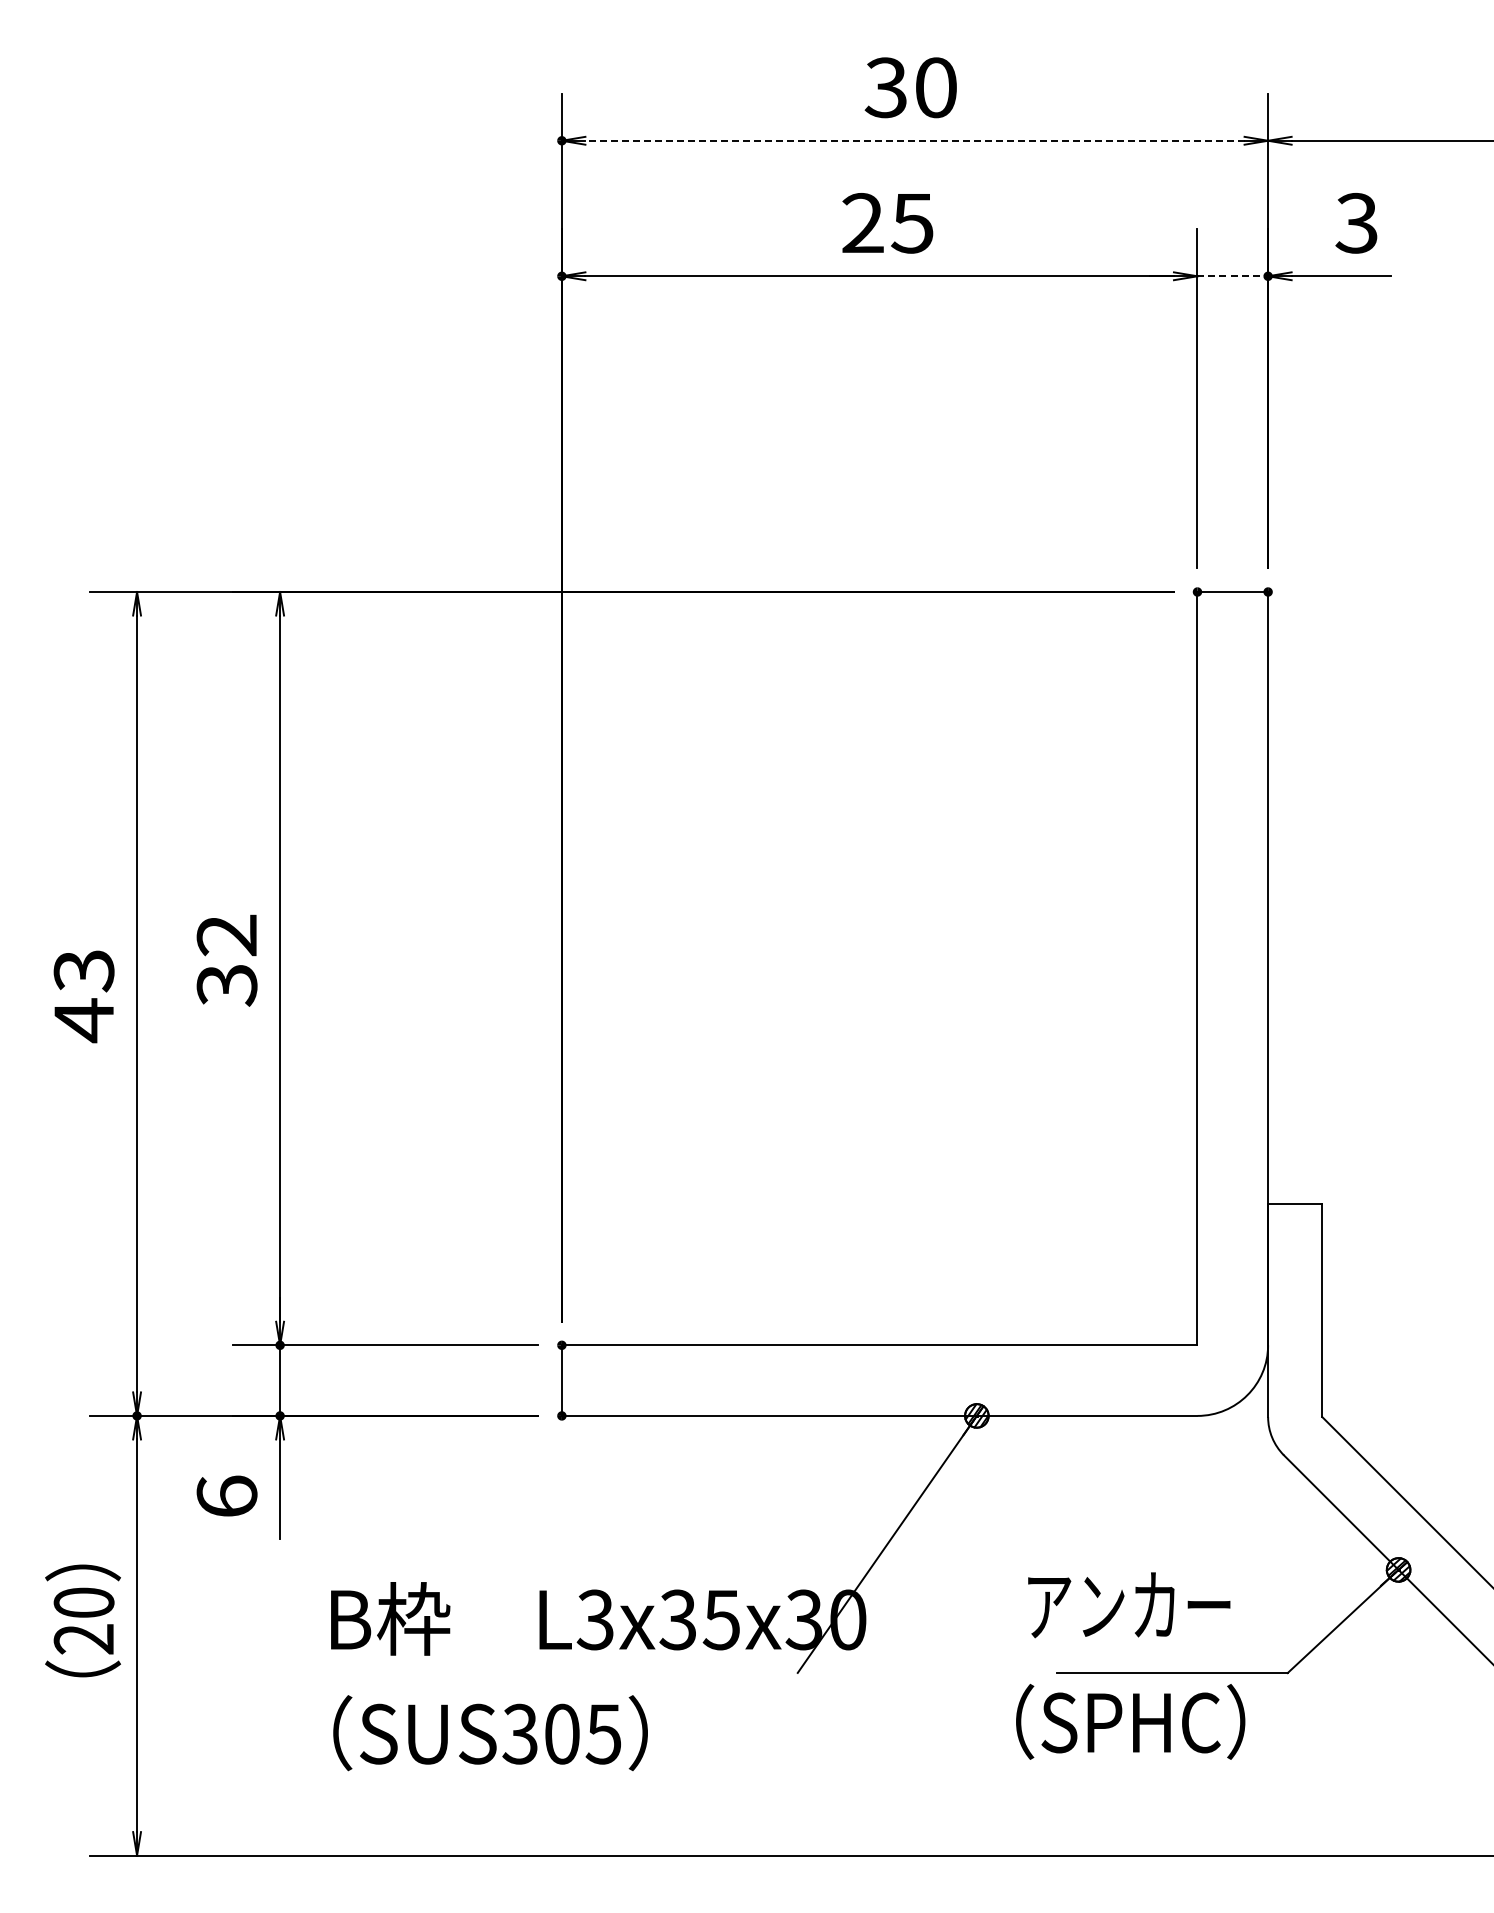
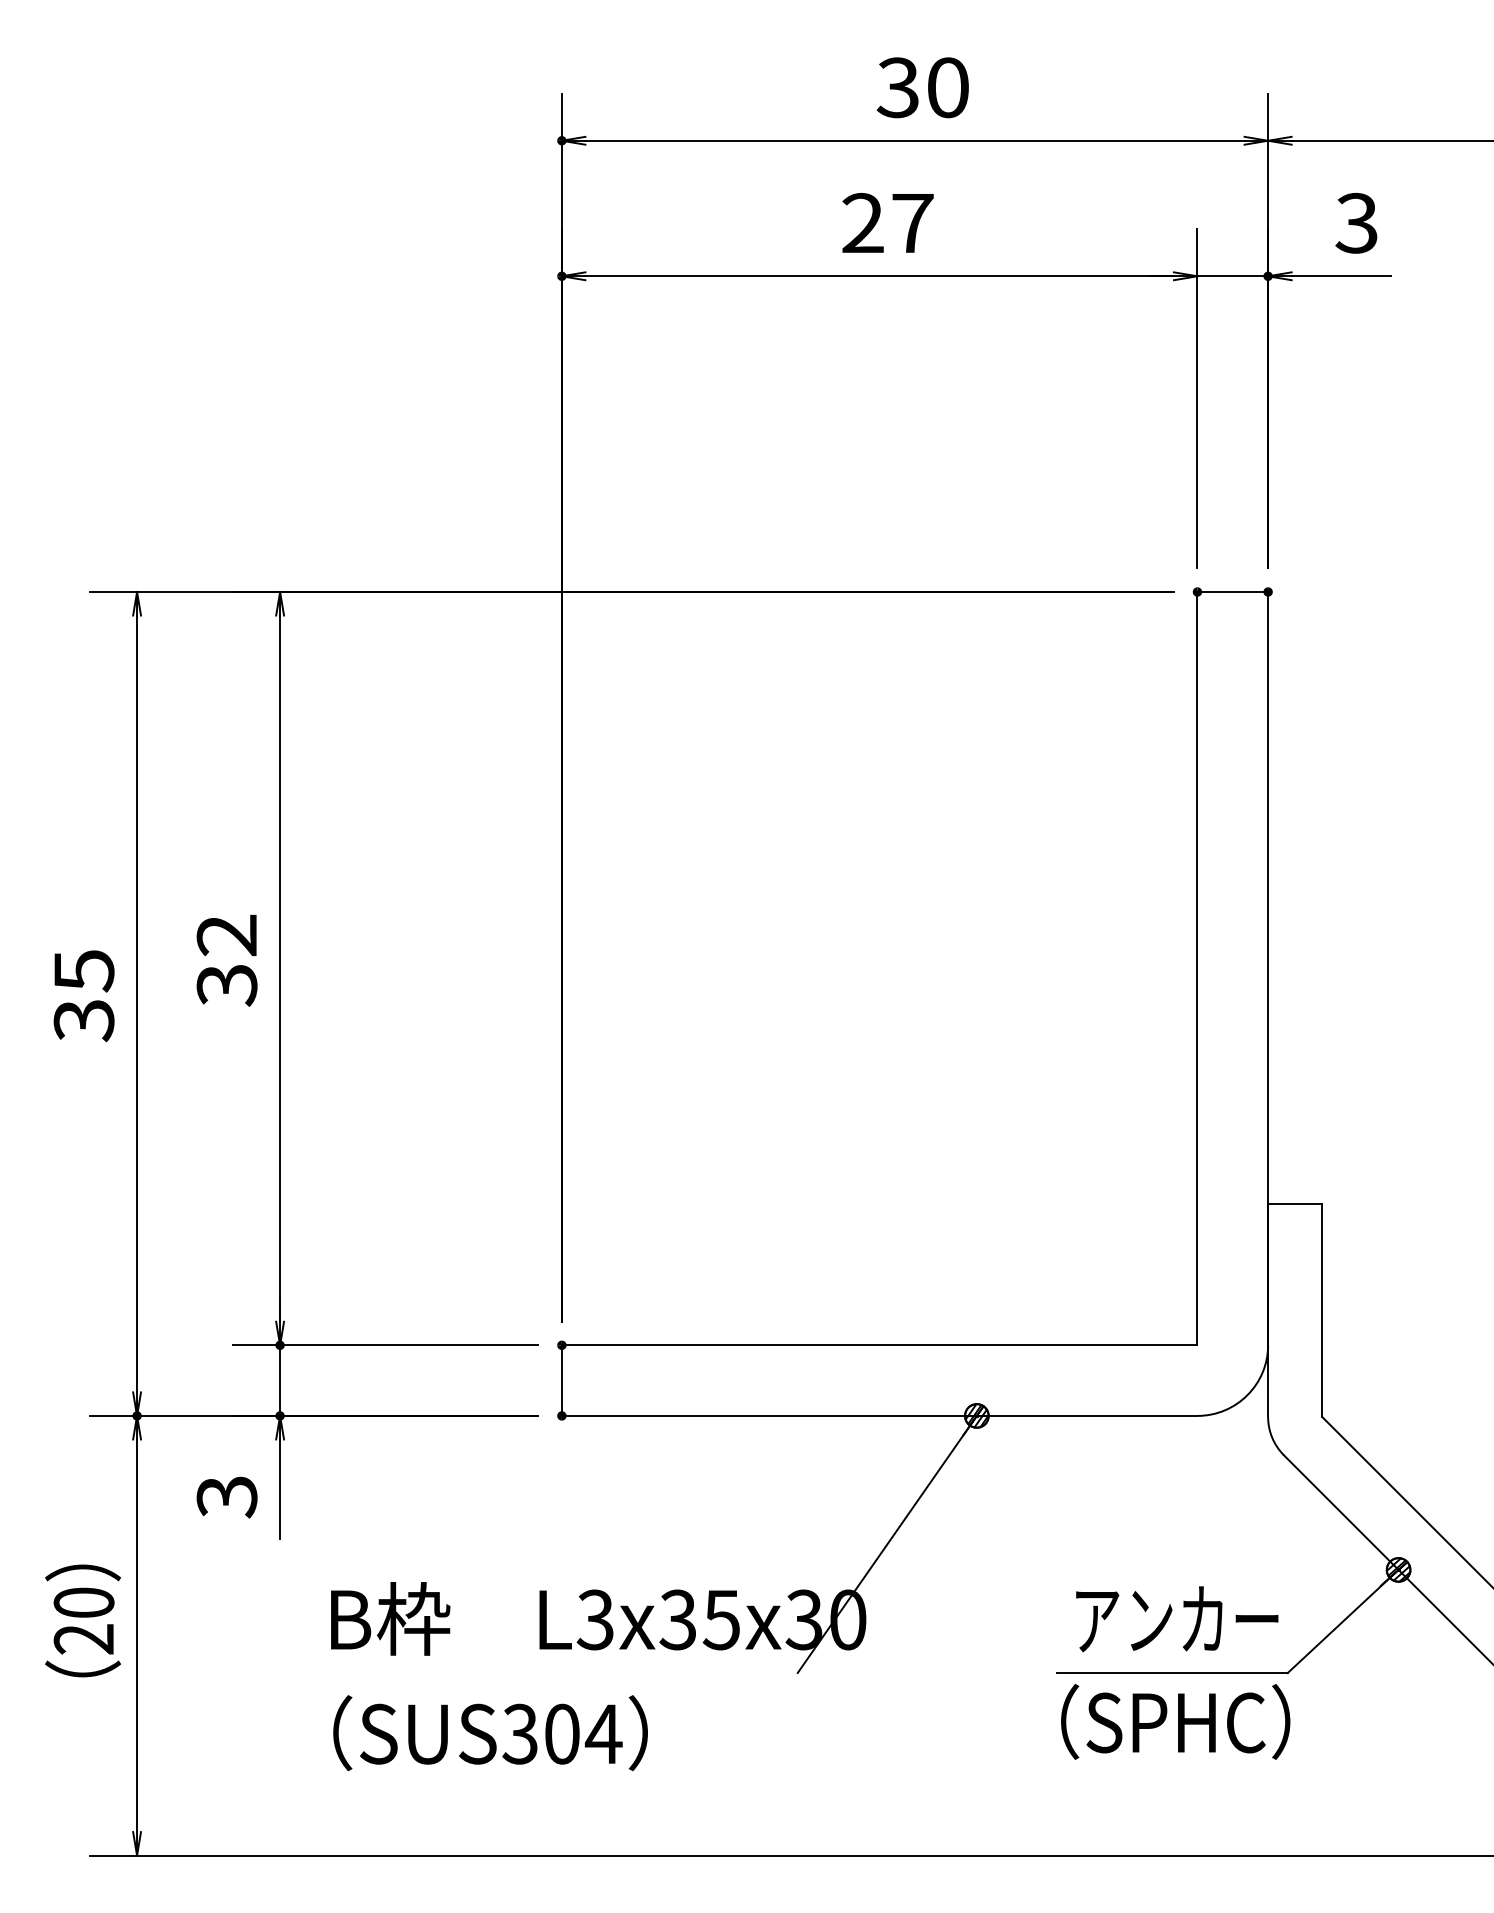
text at (910, 87) position: (910, 87) -> (922, 87)
line at (915, 140): dashed -> solid
text at (912, 223): 25 -> 27
line at (1233, 276): dashed -> solid
text at (83, 996): 43 -> 35
text at (226, 1496): 6 -> 3
text at (1129, 1605) position: (1129, 1605) -> (1177, 1619)
text at (1130, 1721) position: (1130, 1721) -> (1175, 1721)
text at (603, 1734): SUS305 -> SUS304
